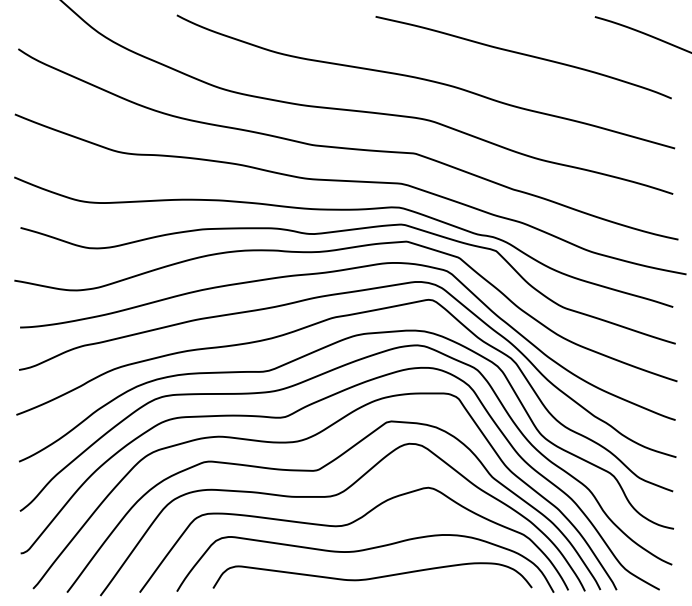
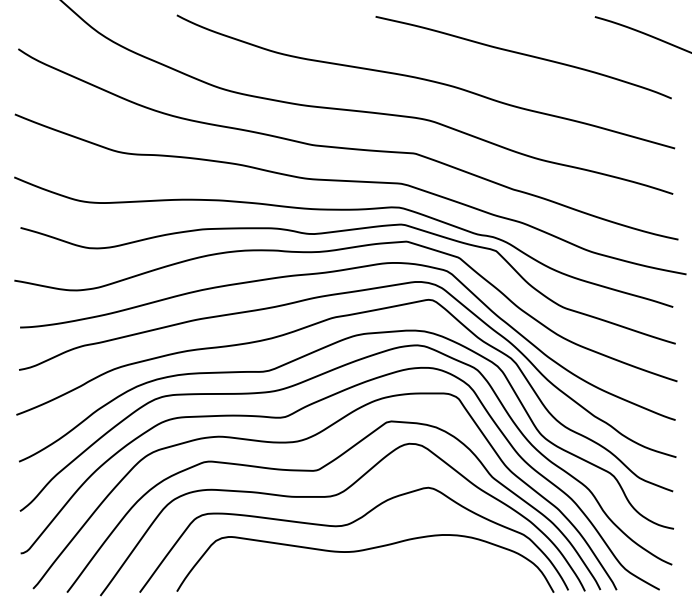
curve at (372, 577): present -> none
